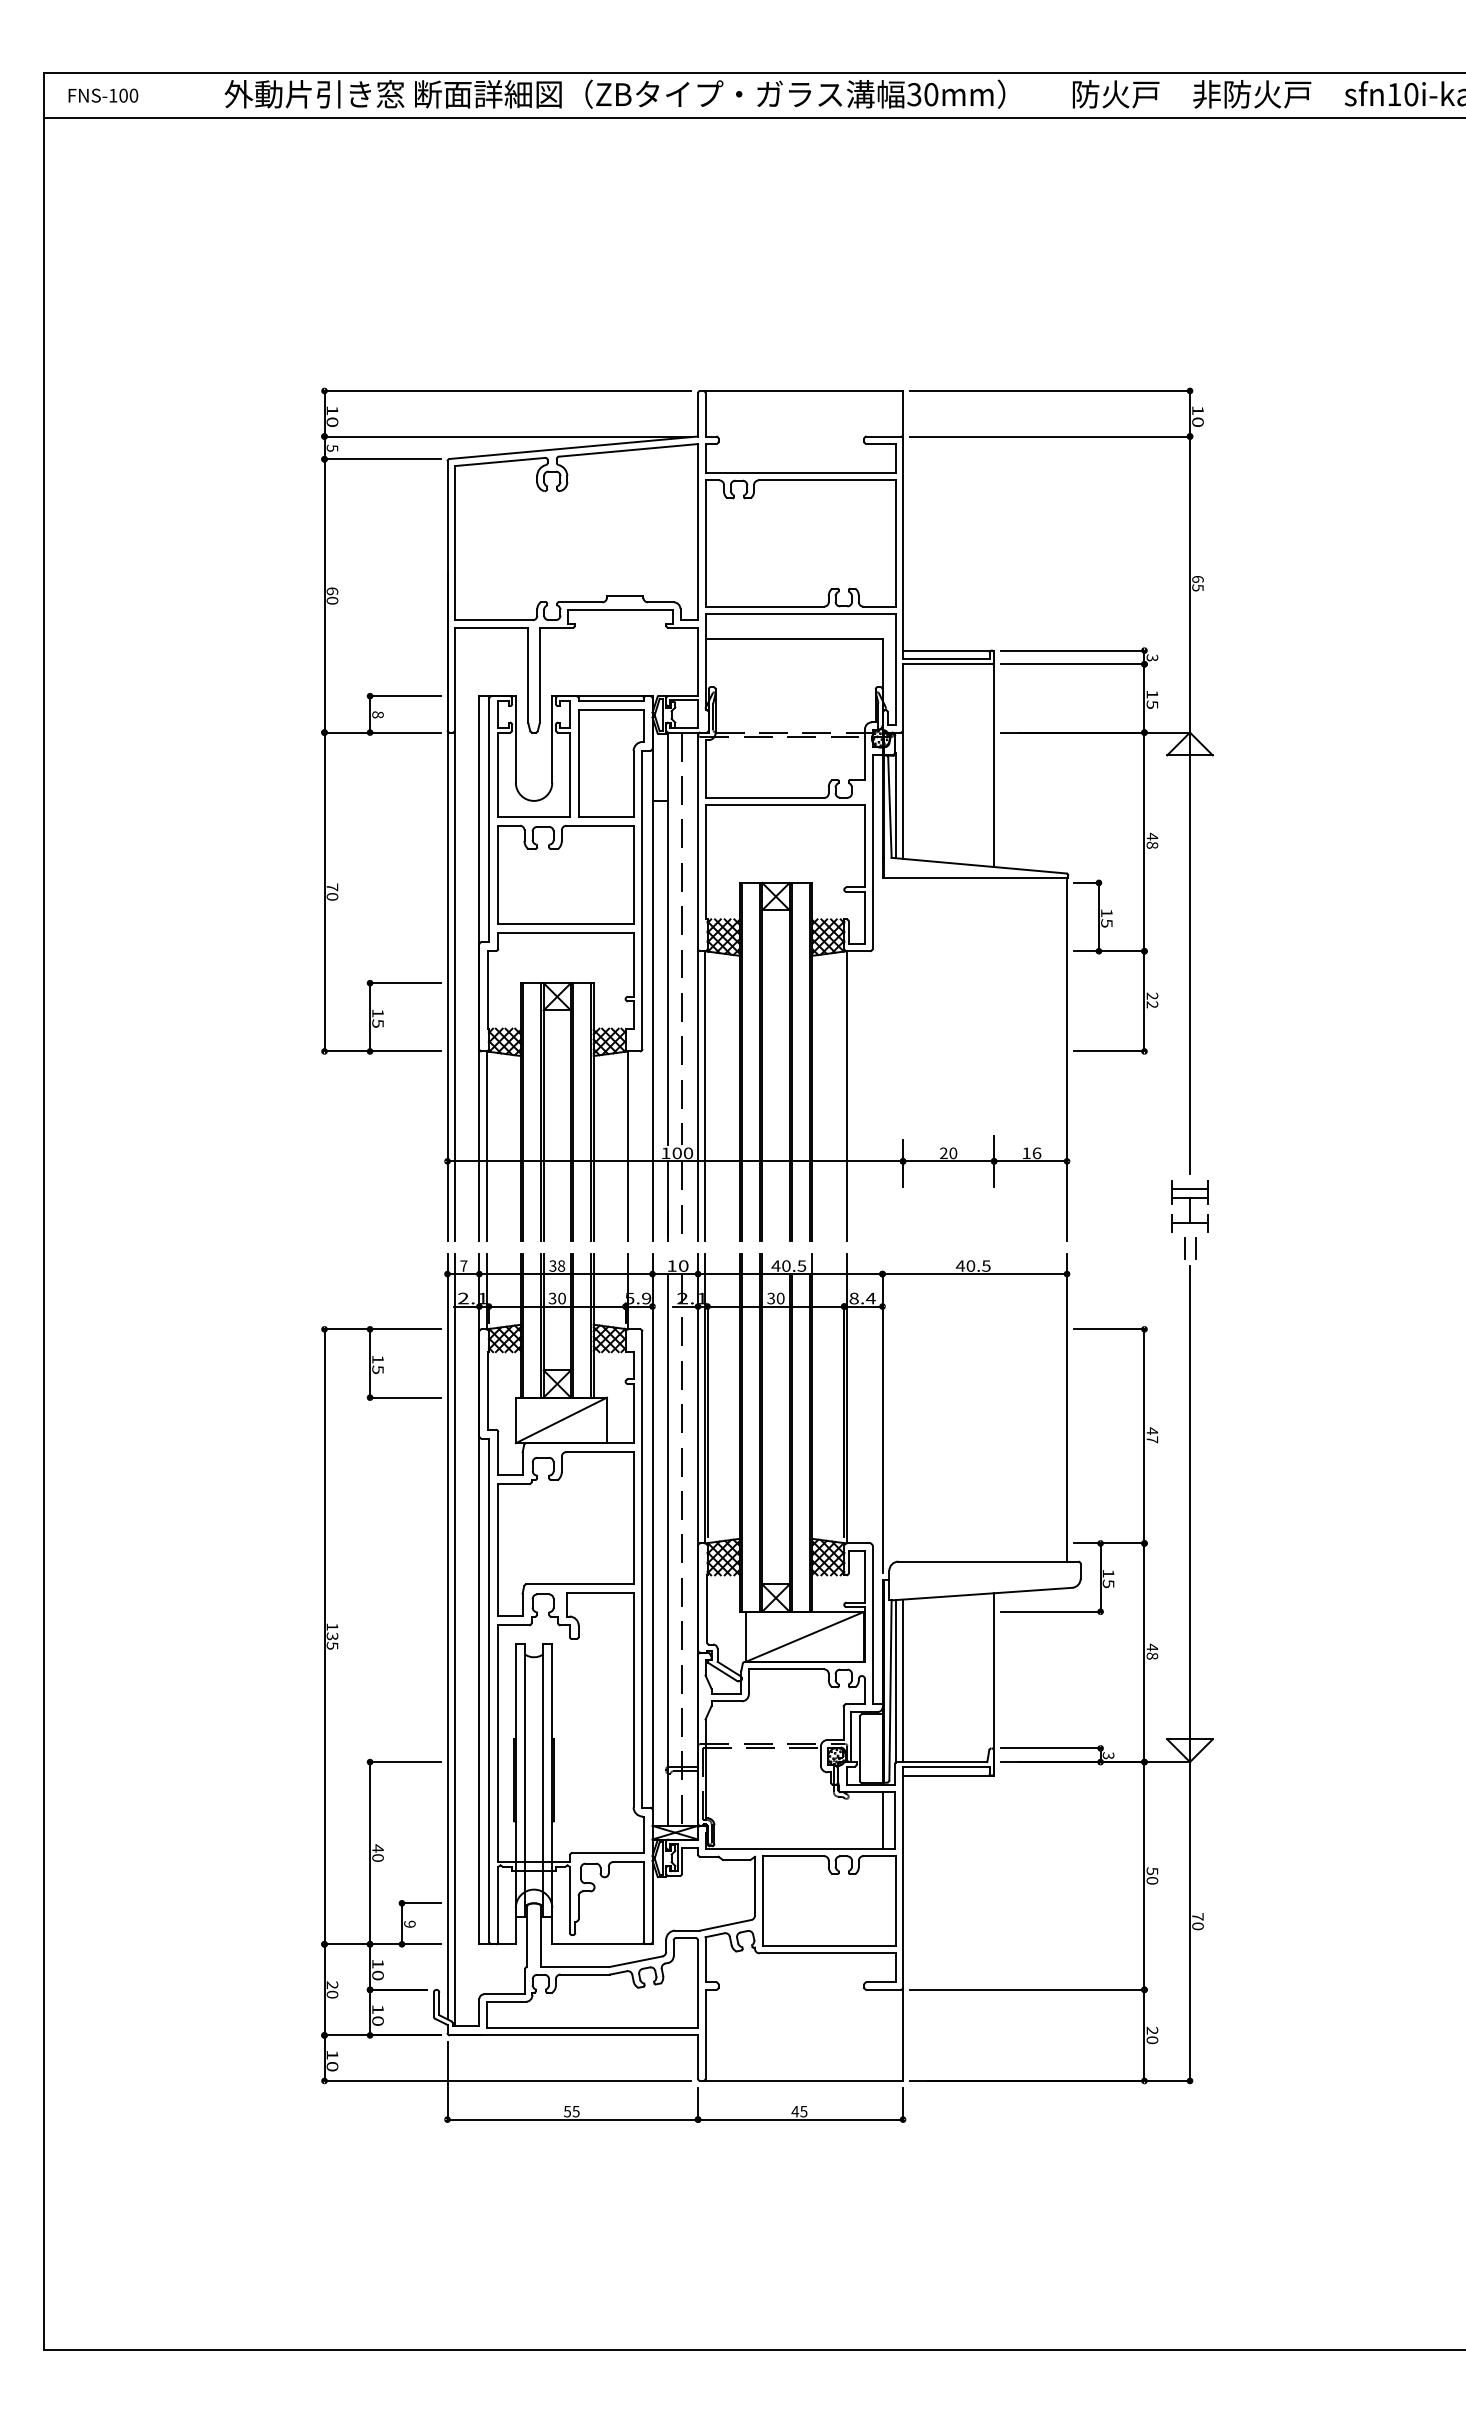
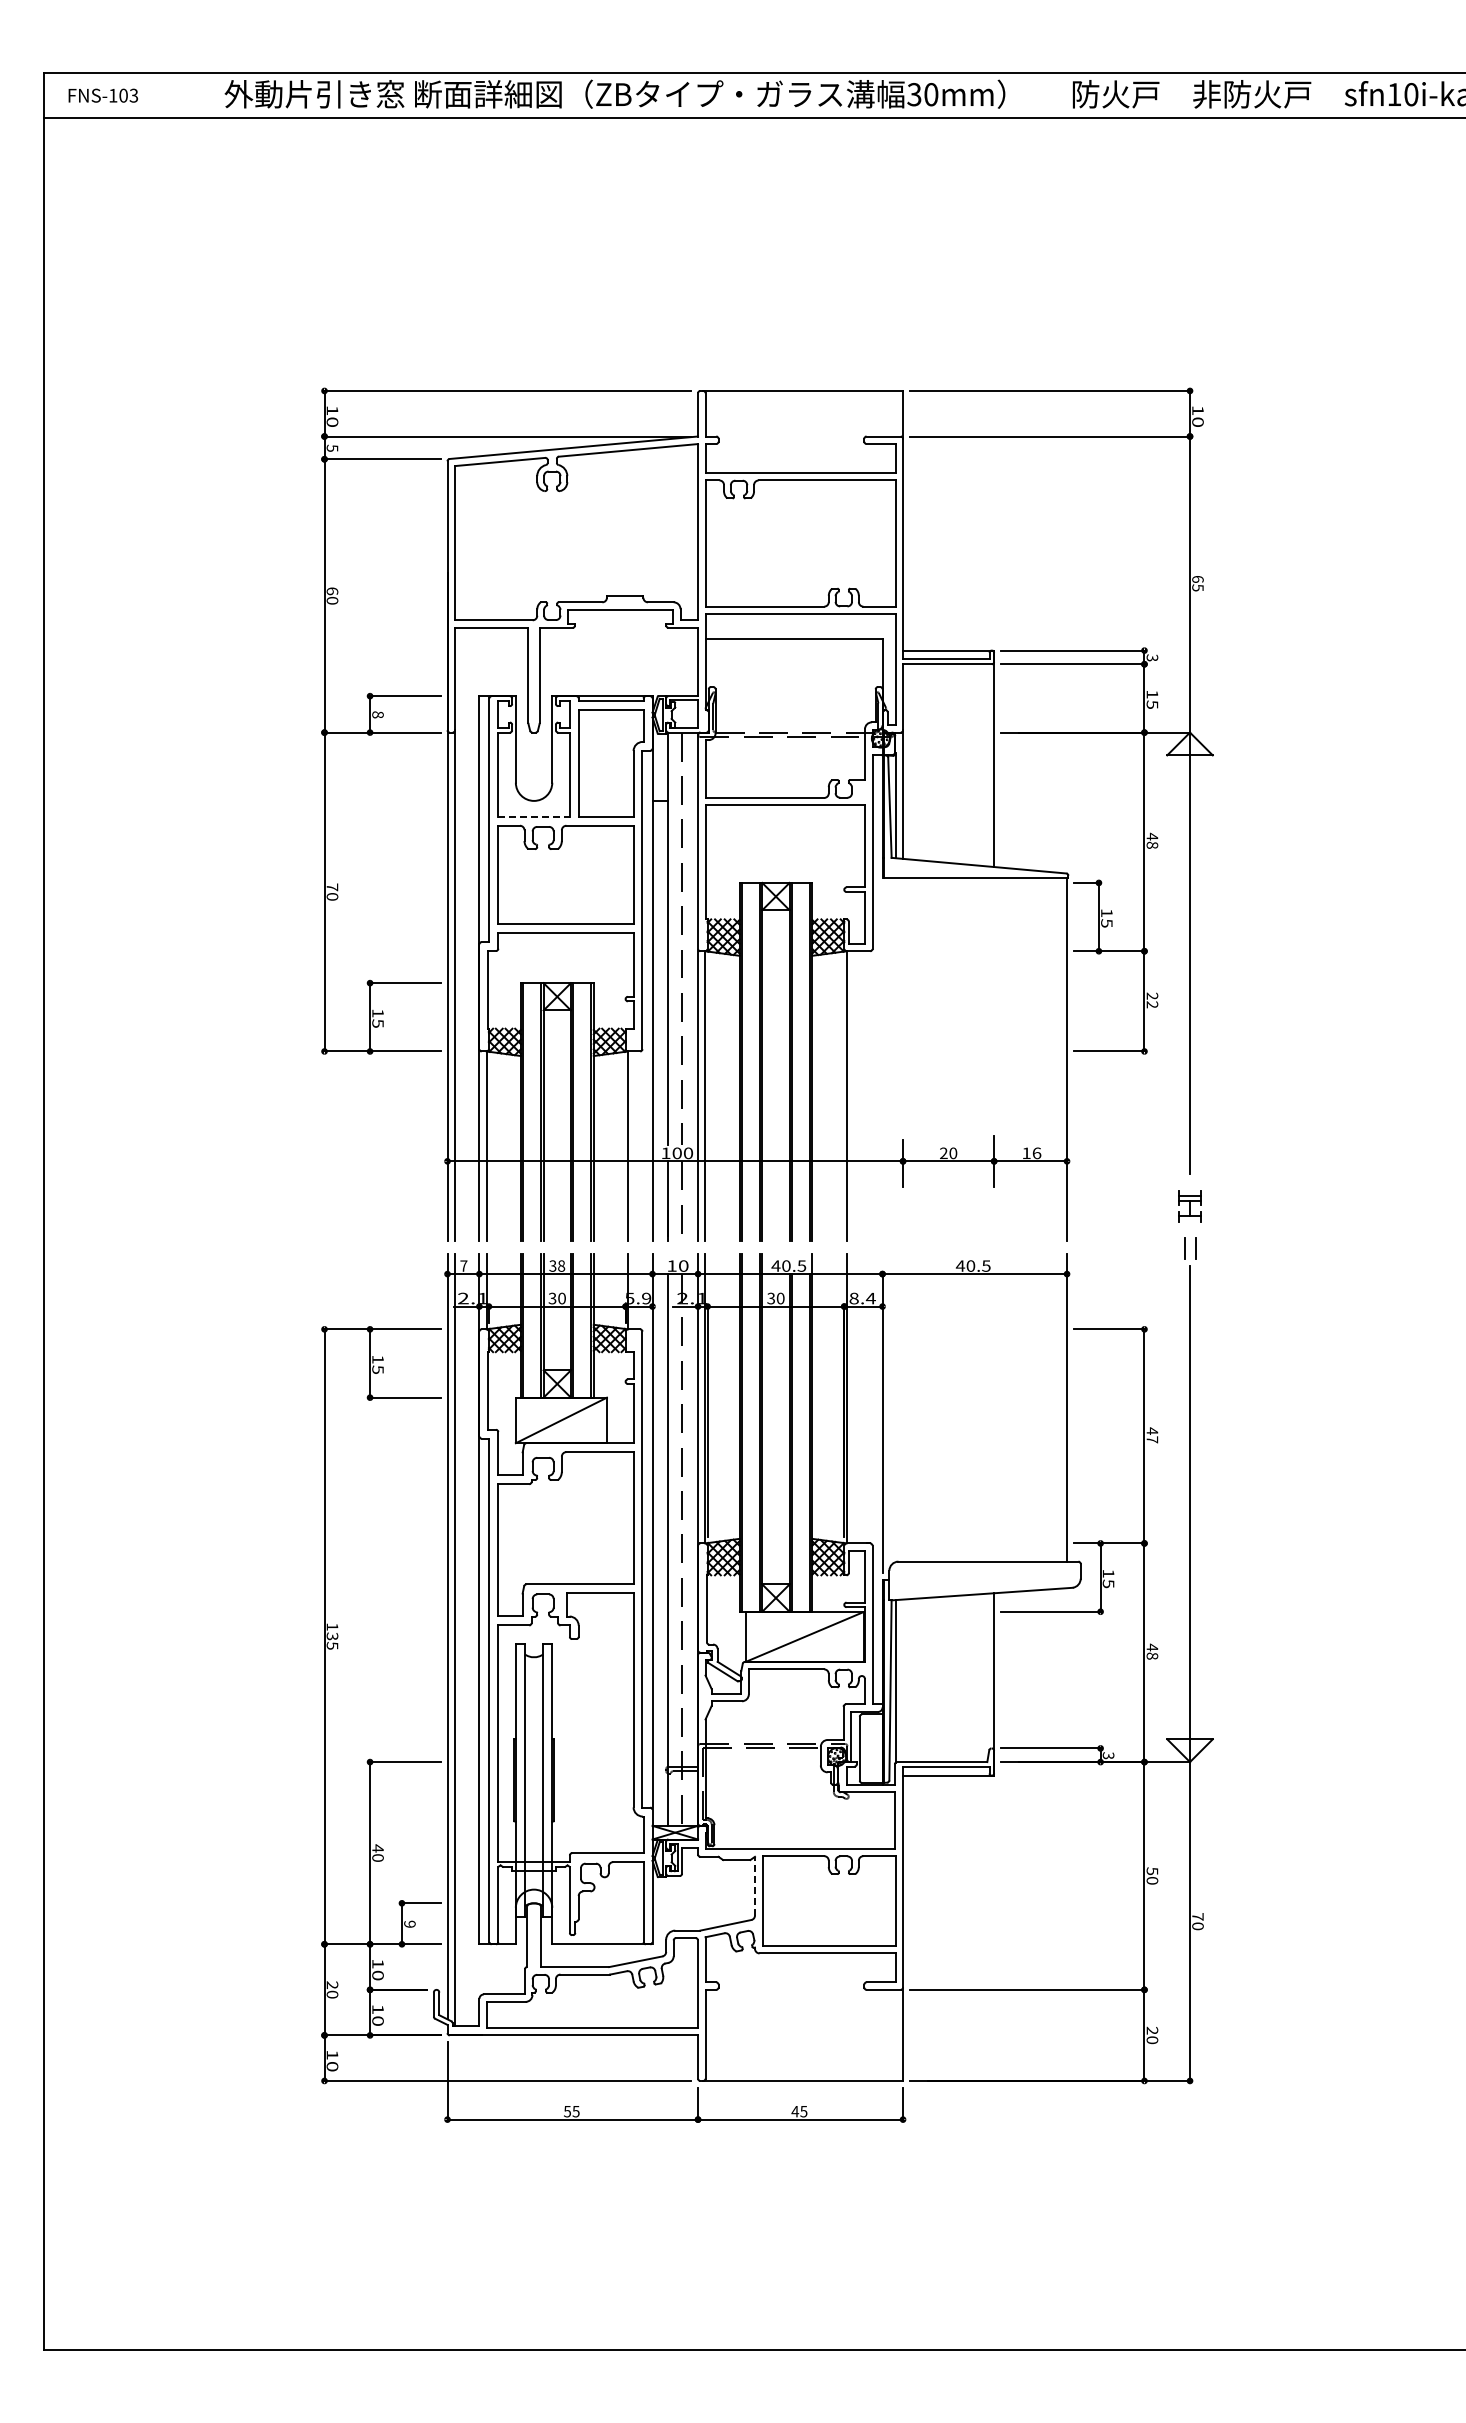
text at (133, 95): FNS-100 -> FNS-103
line at (534, 816): solid -> dashed
part at (1189, 1206) size: 38x53 px -> 24x33 px
line at (903, 1680): present -> none
line at (882, 1820): present -> none
line at (755, 1885): solid -> dashed
